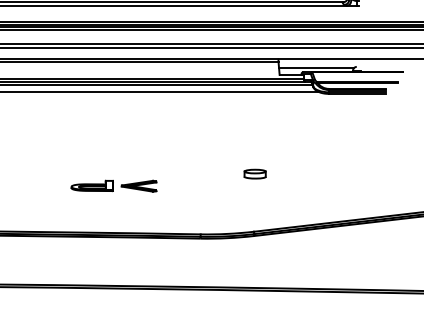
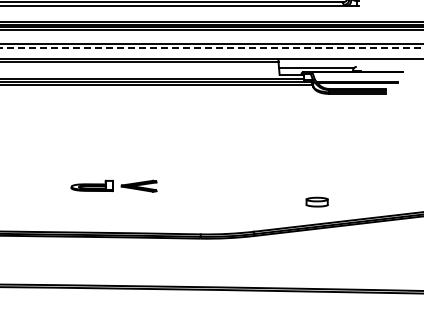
line at (212, 48): solid -> dashed
line at (160, 92): present -> none
part at (254, 173) position: (254, 173) -> (316, 201)
